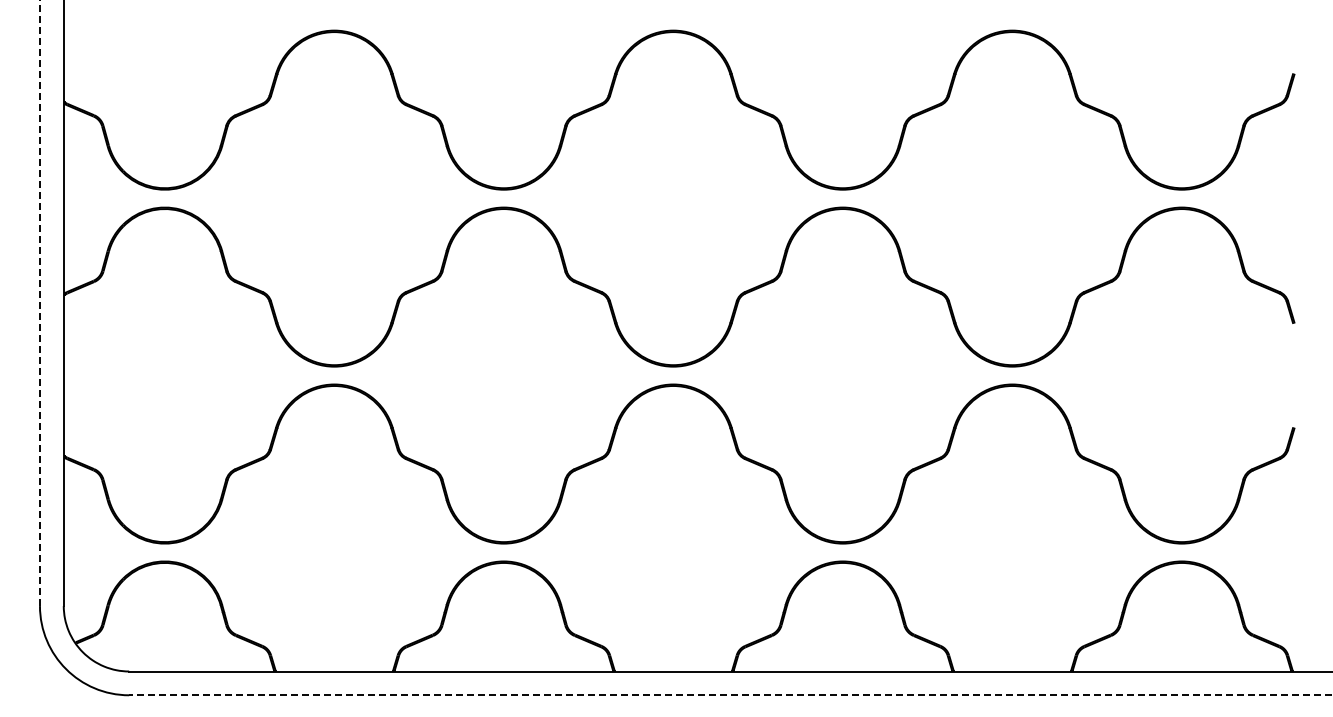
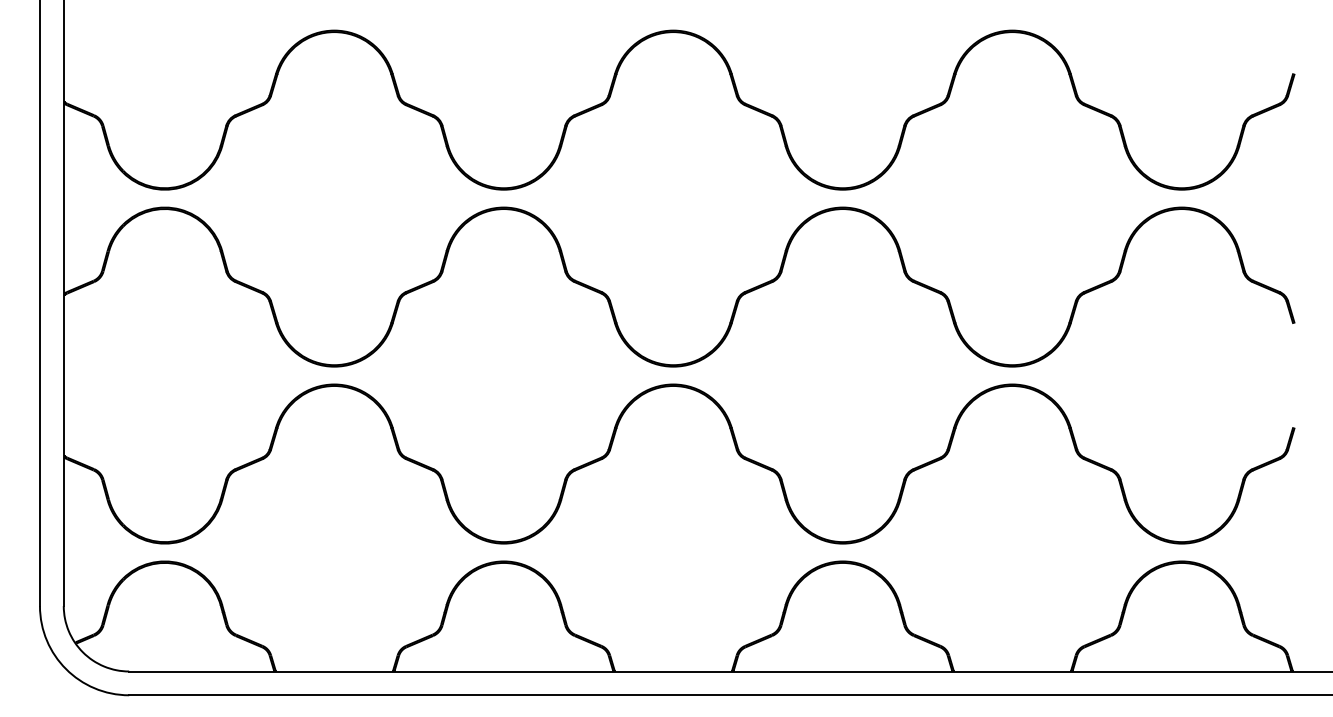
line at (39, 303): dashed -> solid
line at (730, 695): dashed -> solid
